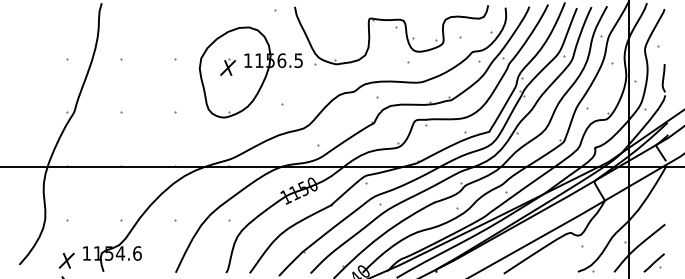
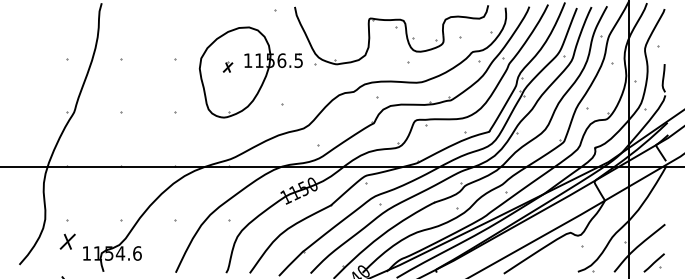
part at (227, 66) size: 16x18 px -> 12x12 px
part at (66, 260) position: (66, 260) -> (67, 241)
